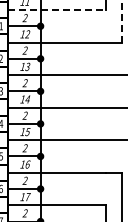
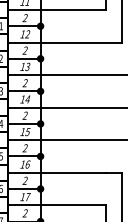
line at (56, 9): dashed -> solid
line at (121, 21): dashed -> solid
